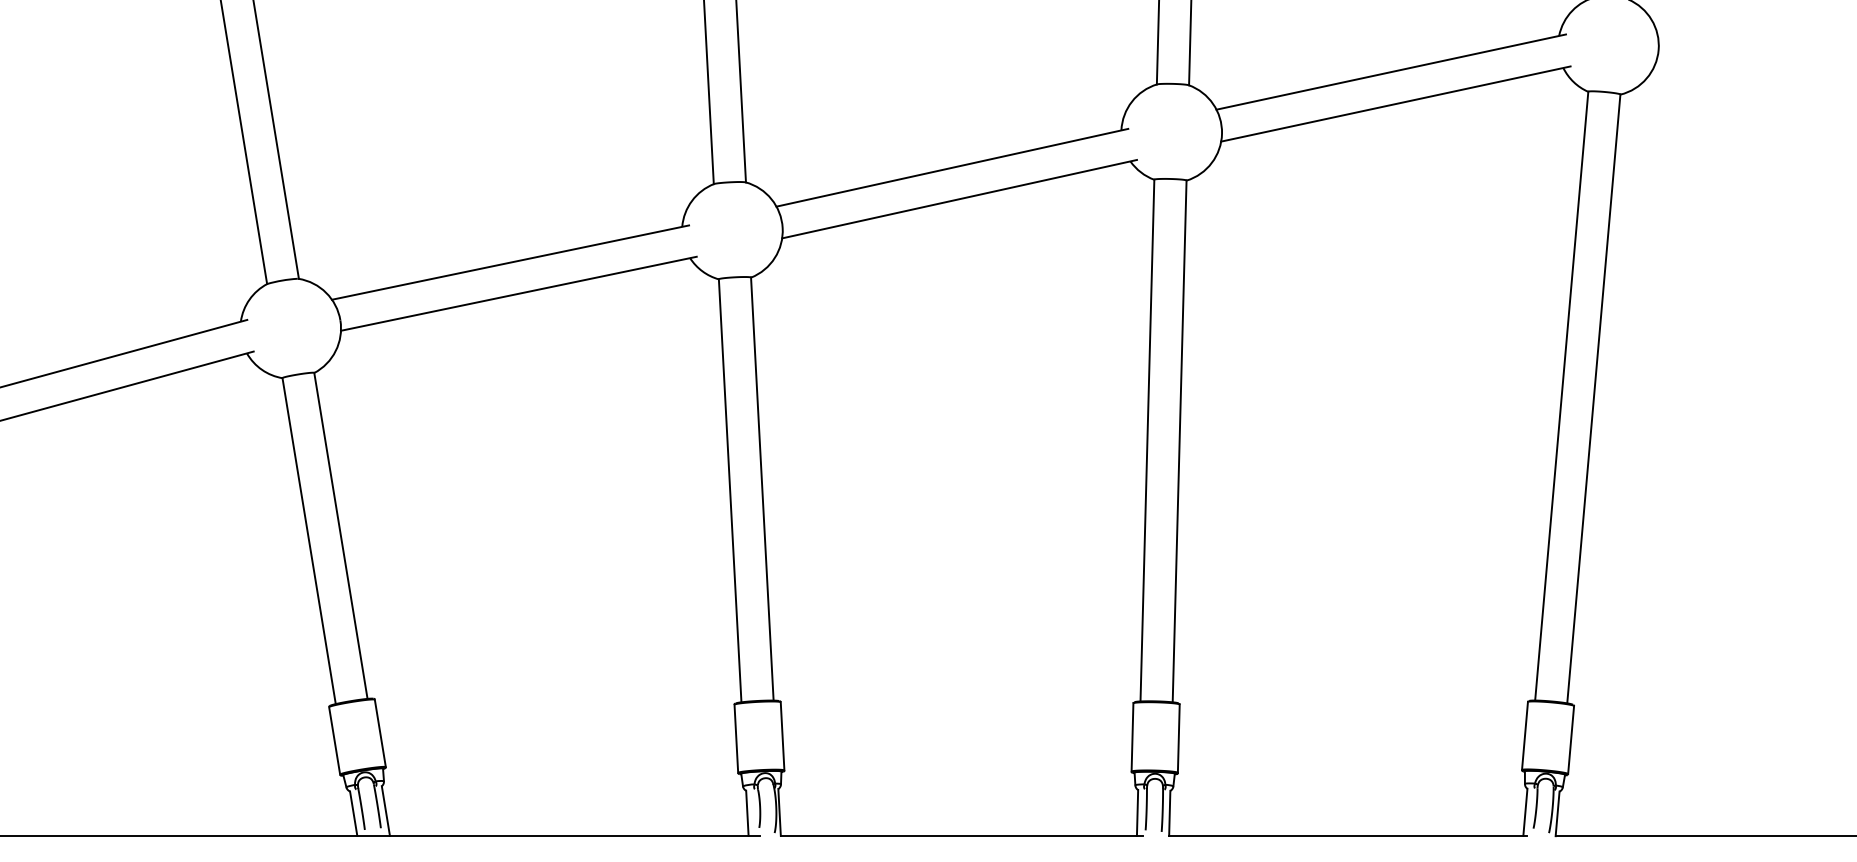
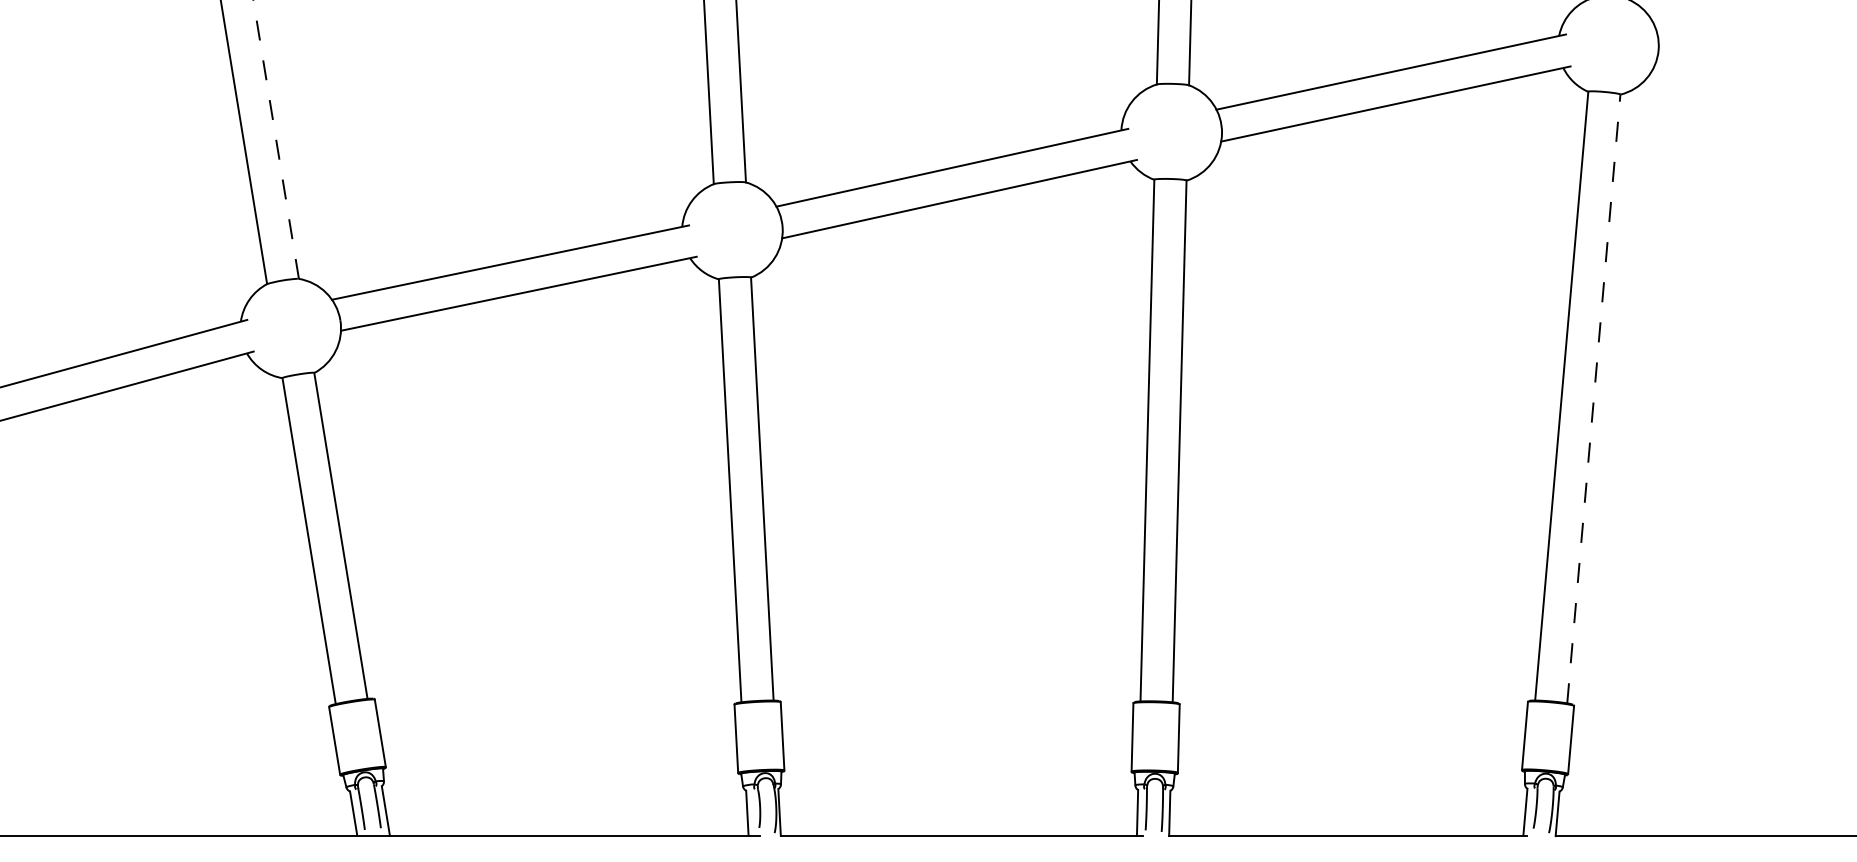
line at (276, 139): solid -> dashed
line at (1593, 398): solid -> dashed
